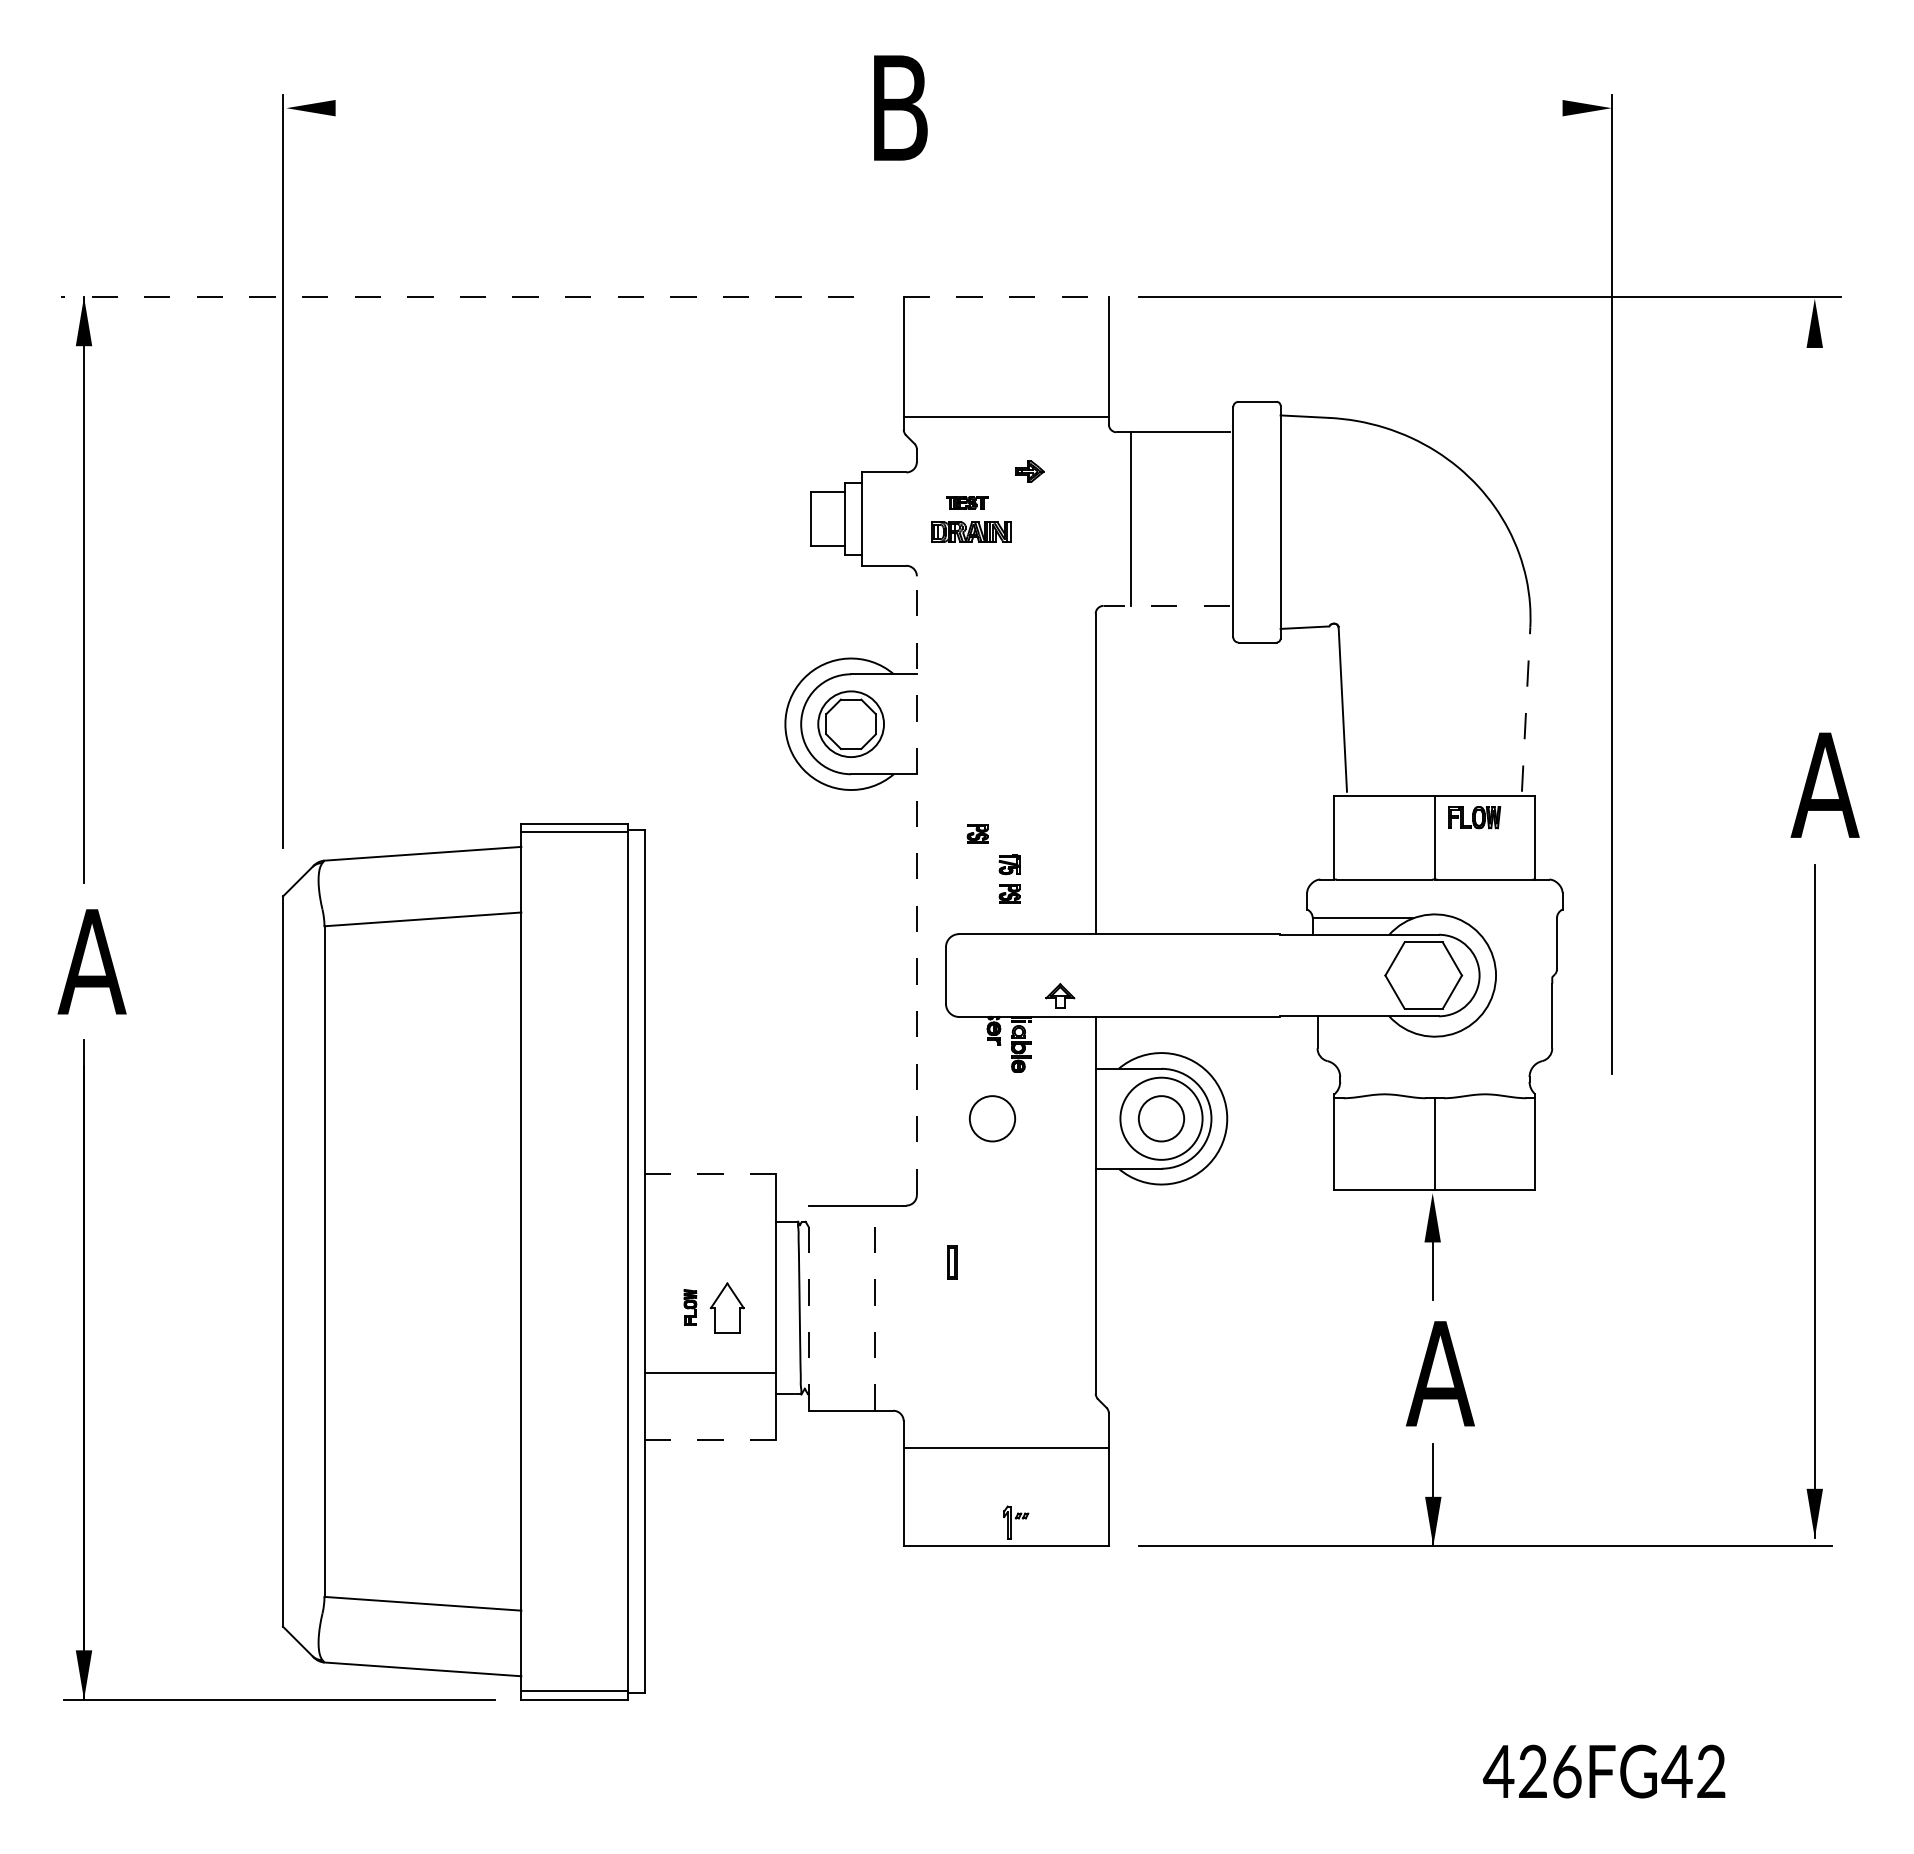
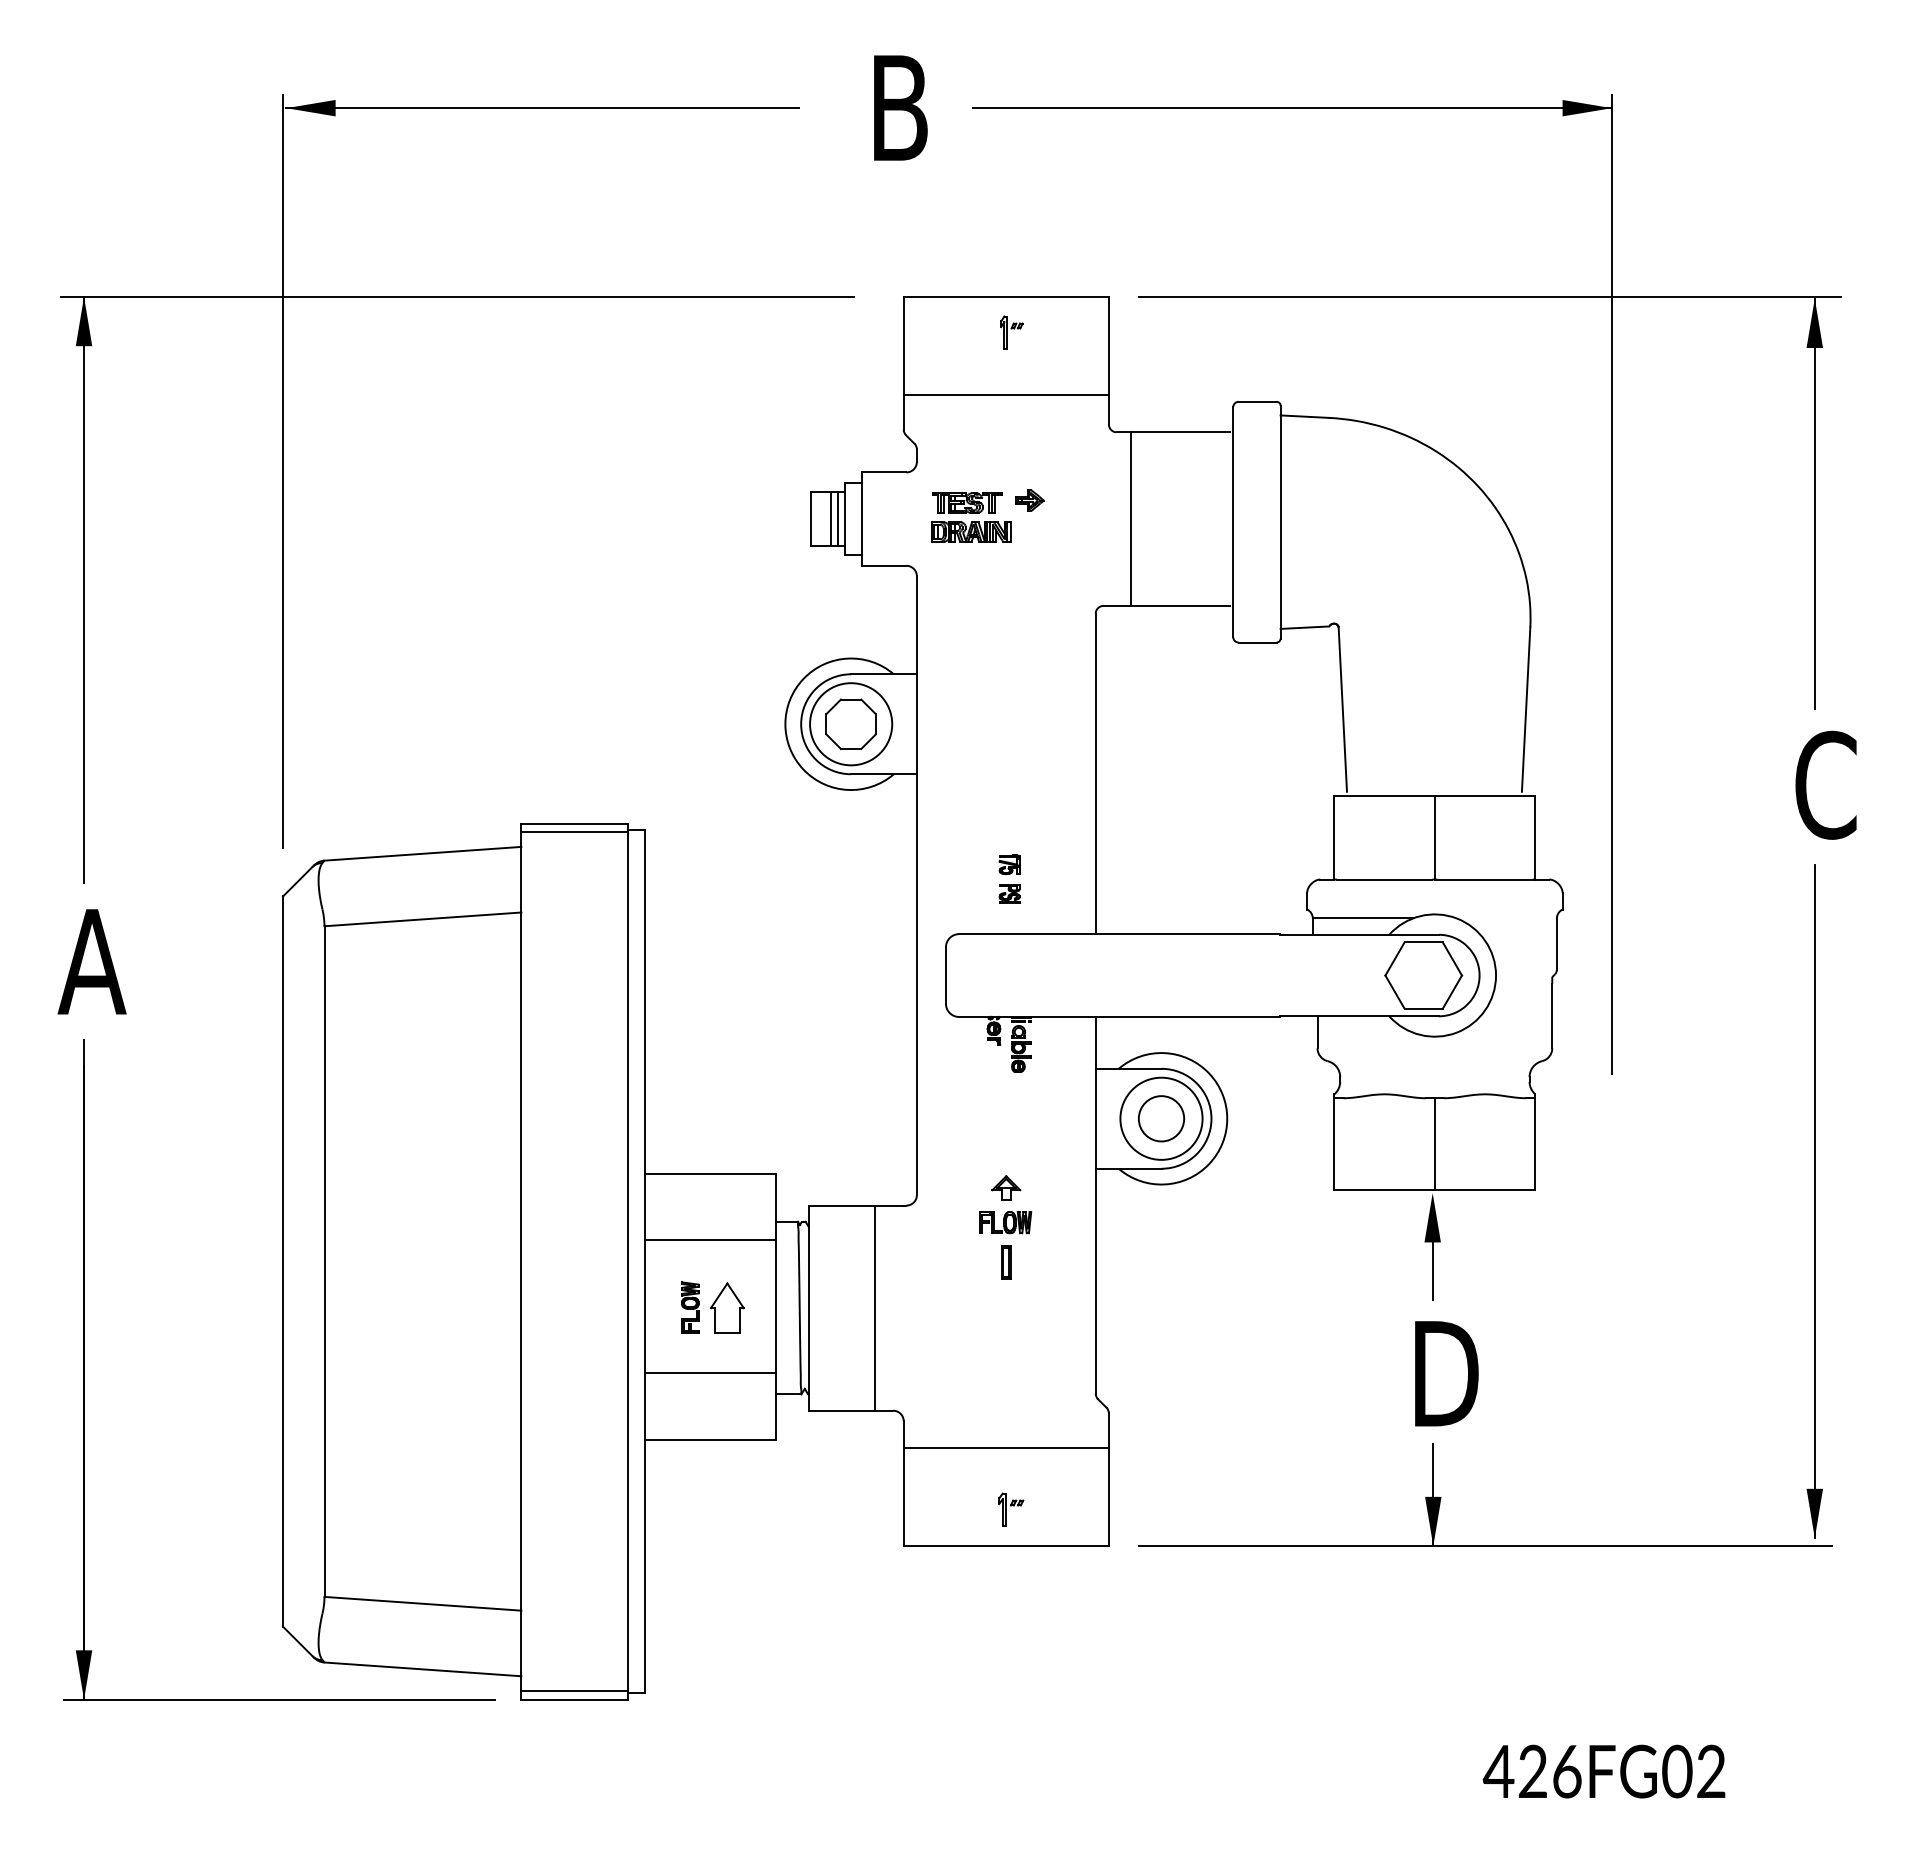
line at (542, 108): none -> present
line at (1292, 108): none -> present
line at (457, 296): dashed -> solid
line at (1006, 296): dashed -> solid
part at (1011, 332): none -> present
line at (1005, 417) position: (1005, 417) -> (1005, 395)
part at (1029, 471) position: (1029, 471) -> (1029, 500)
part at (967, 502) size: 43x14 px -> 71x22 px
line at (1814, 503): none -> present
line at (830, 519): none -> present
line at (837, 519): none -> present
line at (1166, 605): dashed -> solid
line at (1526, 709): dashed -> solid
circle at (851, 724) diameter: 66 px -> 82 px
text at (1824, 784): A -> C
part at (1474, 817) position: (1474, 817) -> (1005, 1222)
part at (977, 833): present -> none
line at (916, 885): dashed -> solid
part at (1060, 995) position: (1060, 995) -> (1006, 1187)
circle at (992, 1118): present -> none
line at (710, 1173): dashed -> solid
line at (710, 1240): none -> present
part at (952, 1262) position: (952, 1262) -> (1006, 1262)
part at (690, 1307) size: 15x37 px -> 19x53 px
line at (809, 1308): dashed -> solid
line at (874, 1308): dashed -> solid
text at (1442, 1373): A -> D
line at (710, 1439): dashed -> solid
part at (1016, 1522) position: (1016, 1522) -> (1011, 1509)
text at (1676, 1771): 426FG42 -> 426FG02
